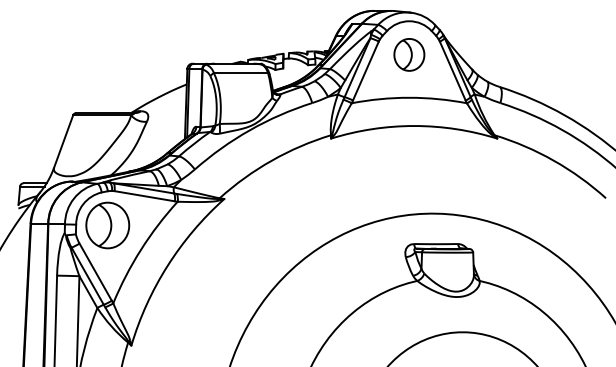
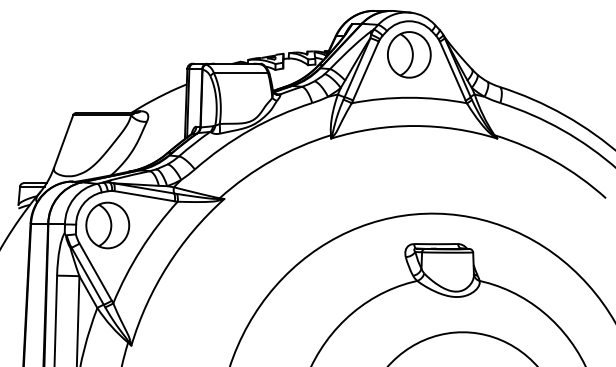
part at (409, 54) size: 33x34 px -> 45x48 px
